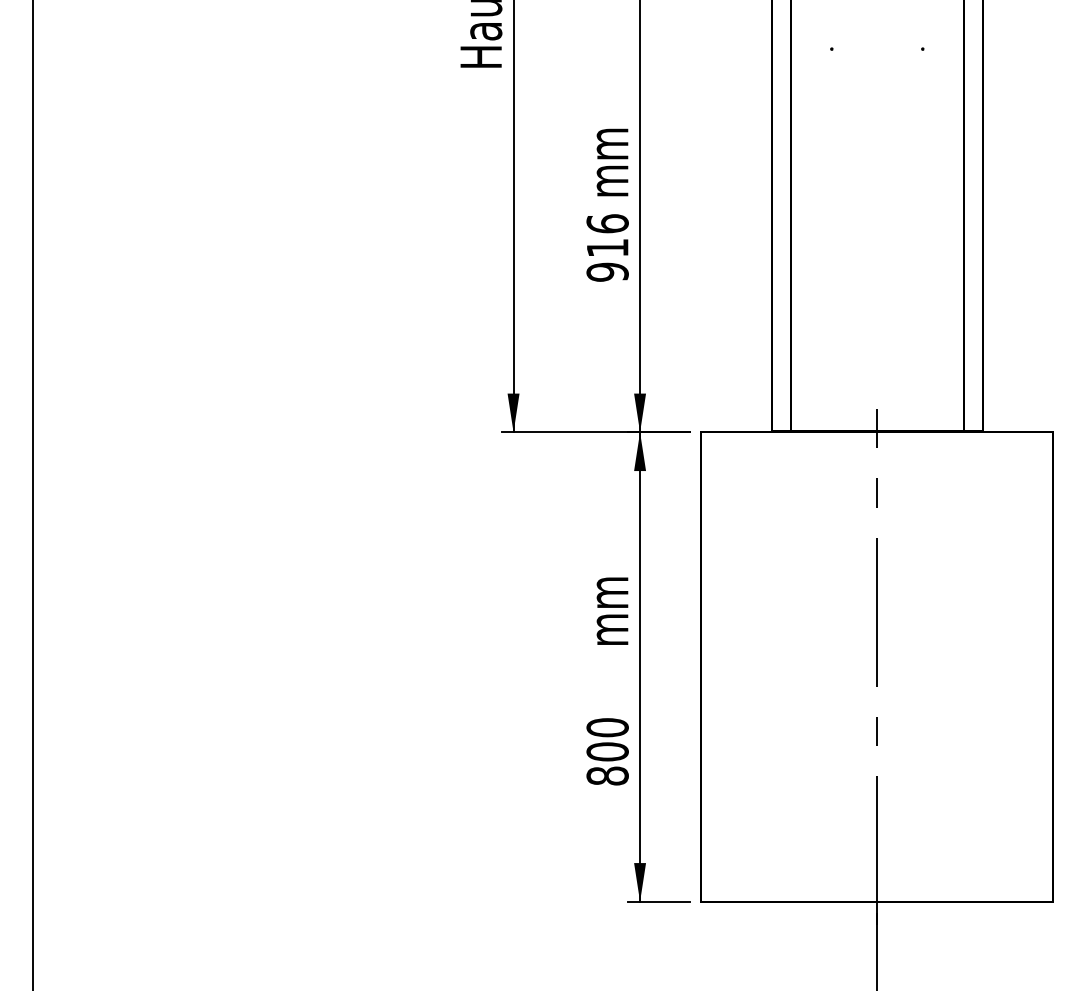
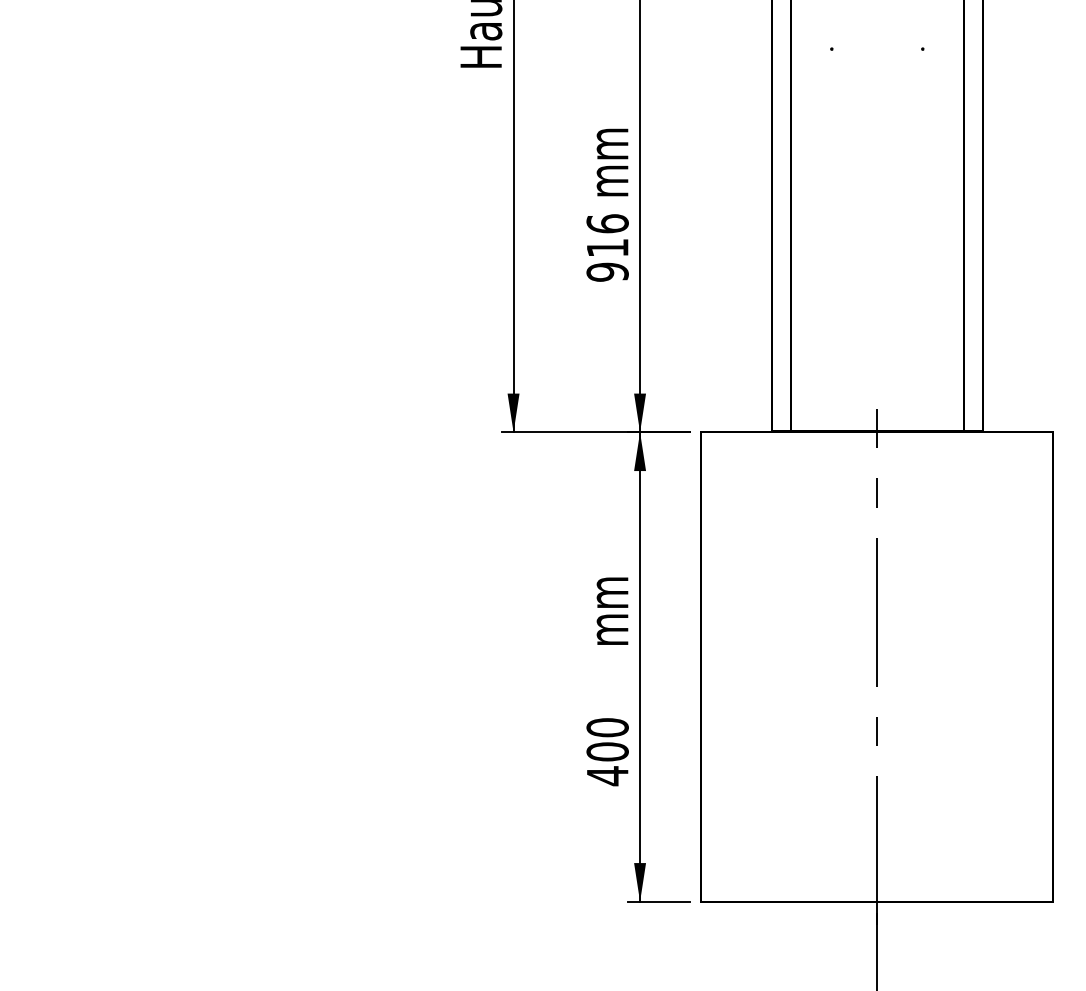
line at (32, 494): present -> none
text at (607, 776): 800 -> 400
